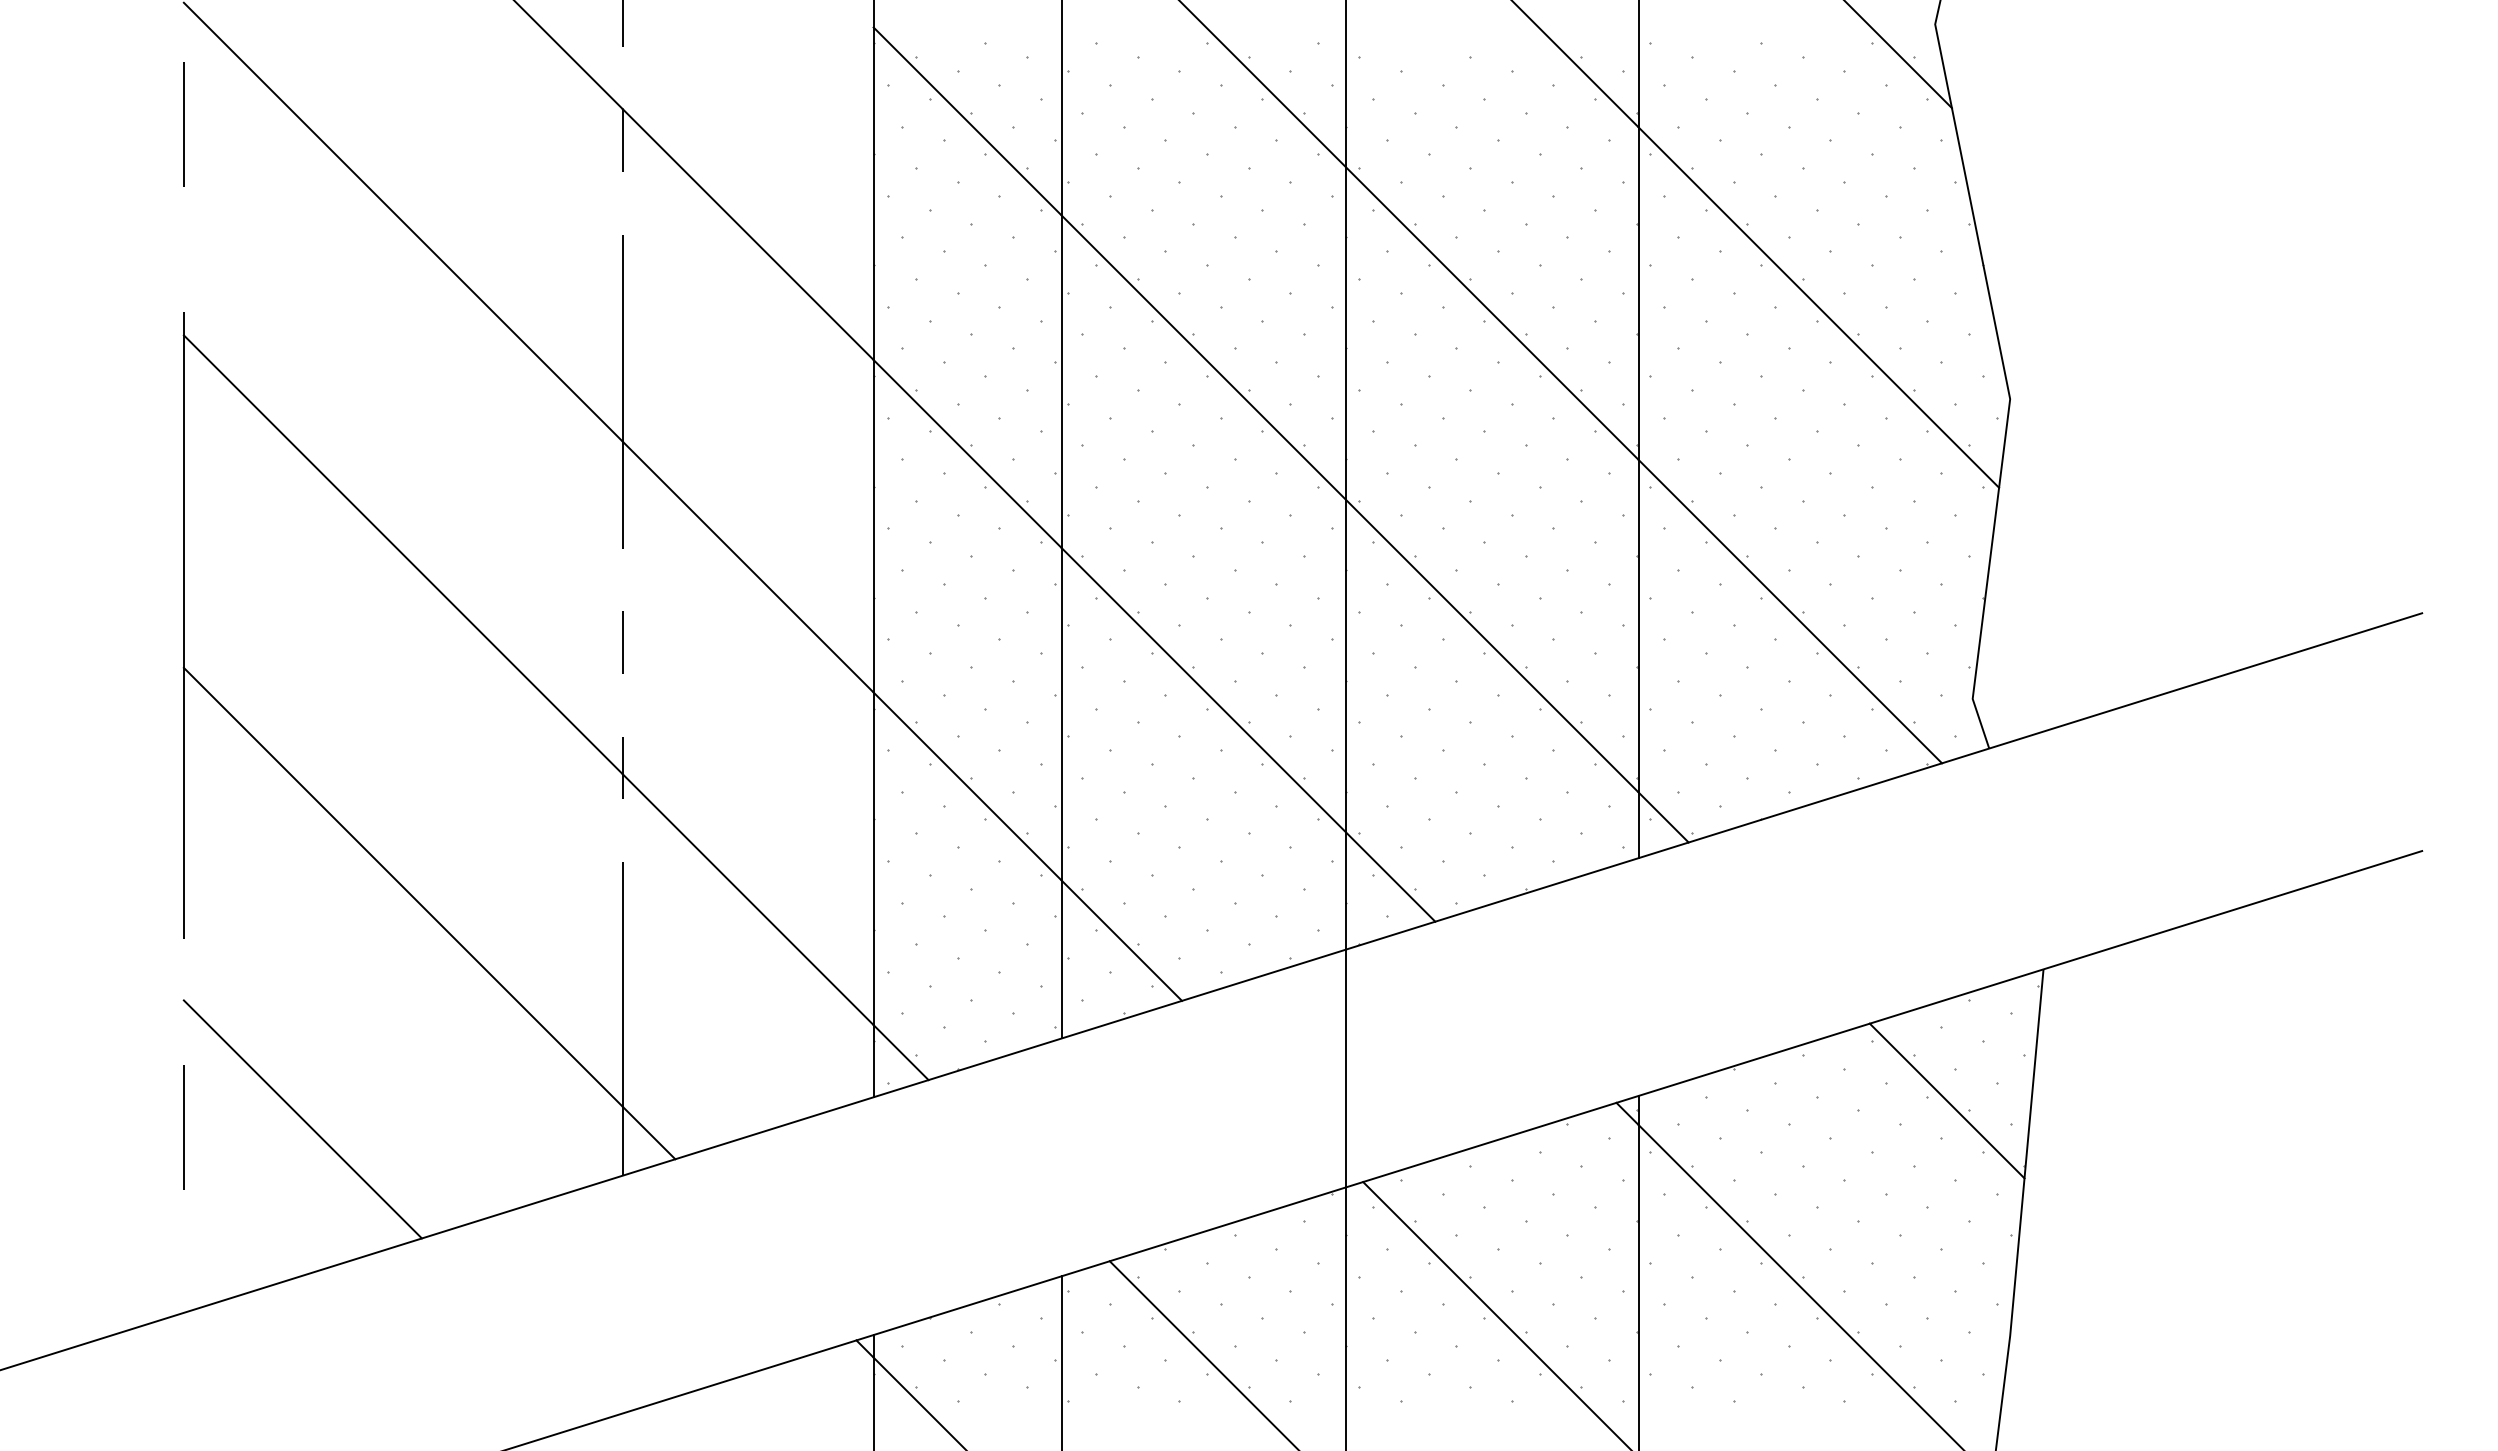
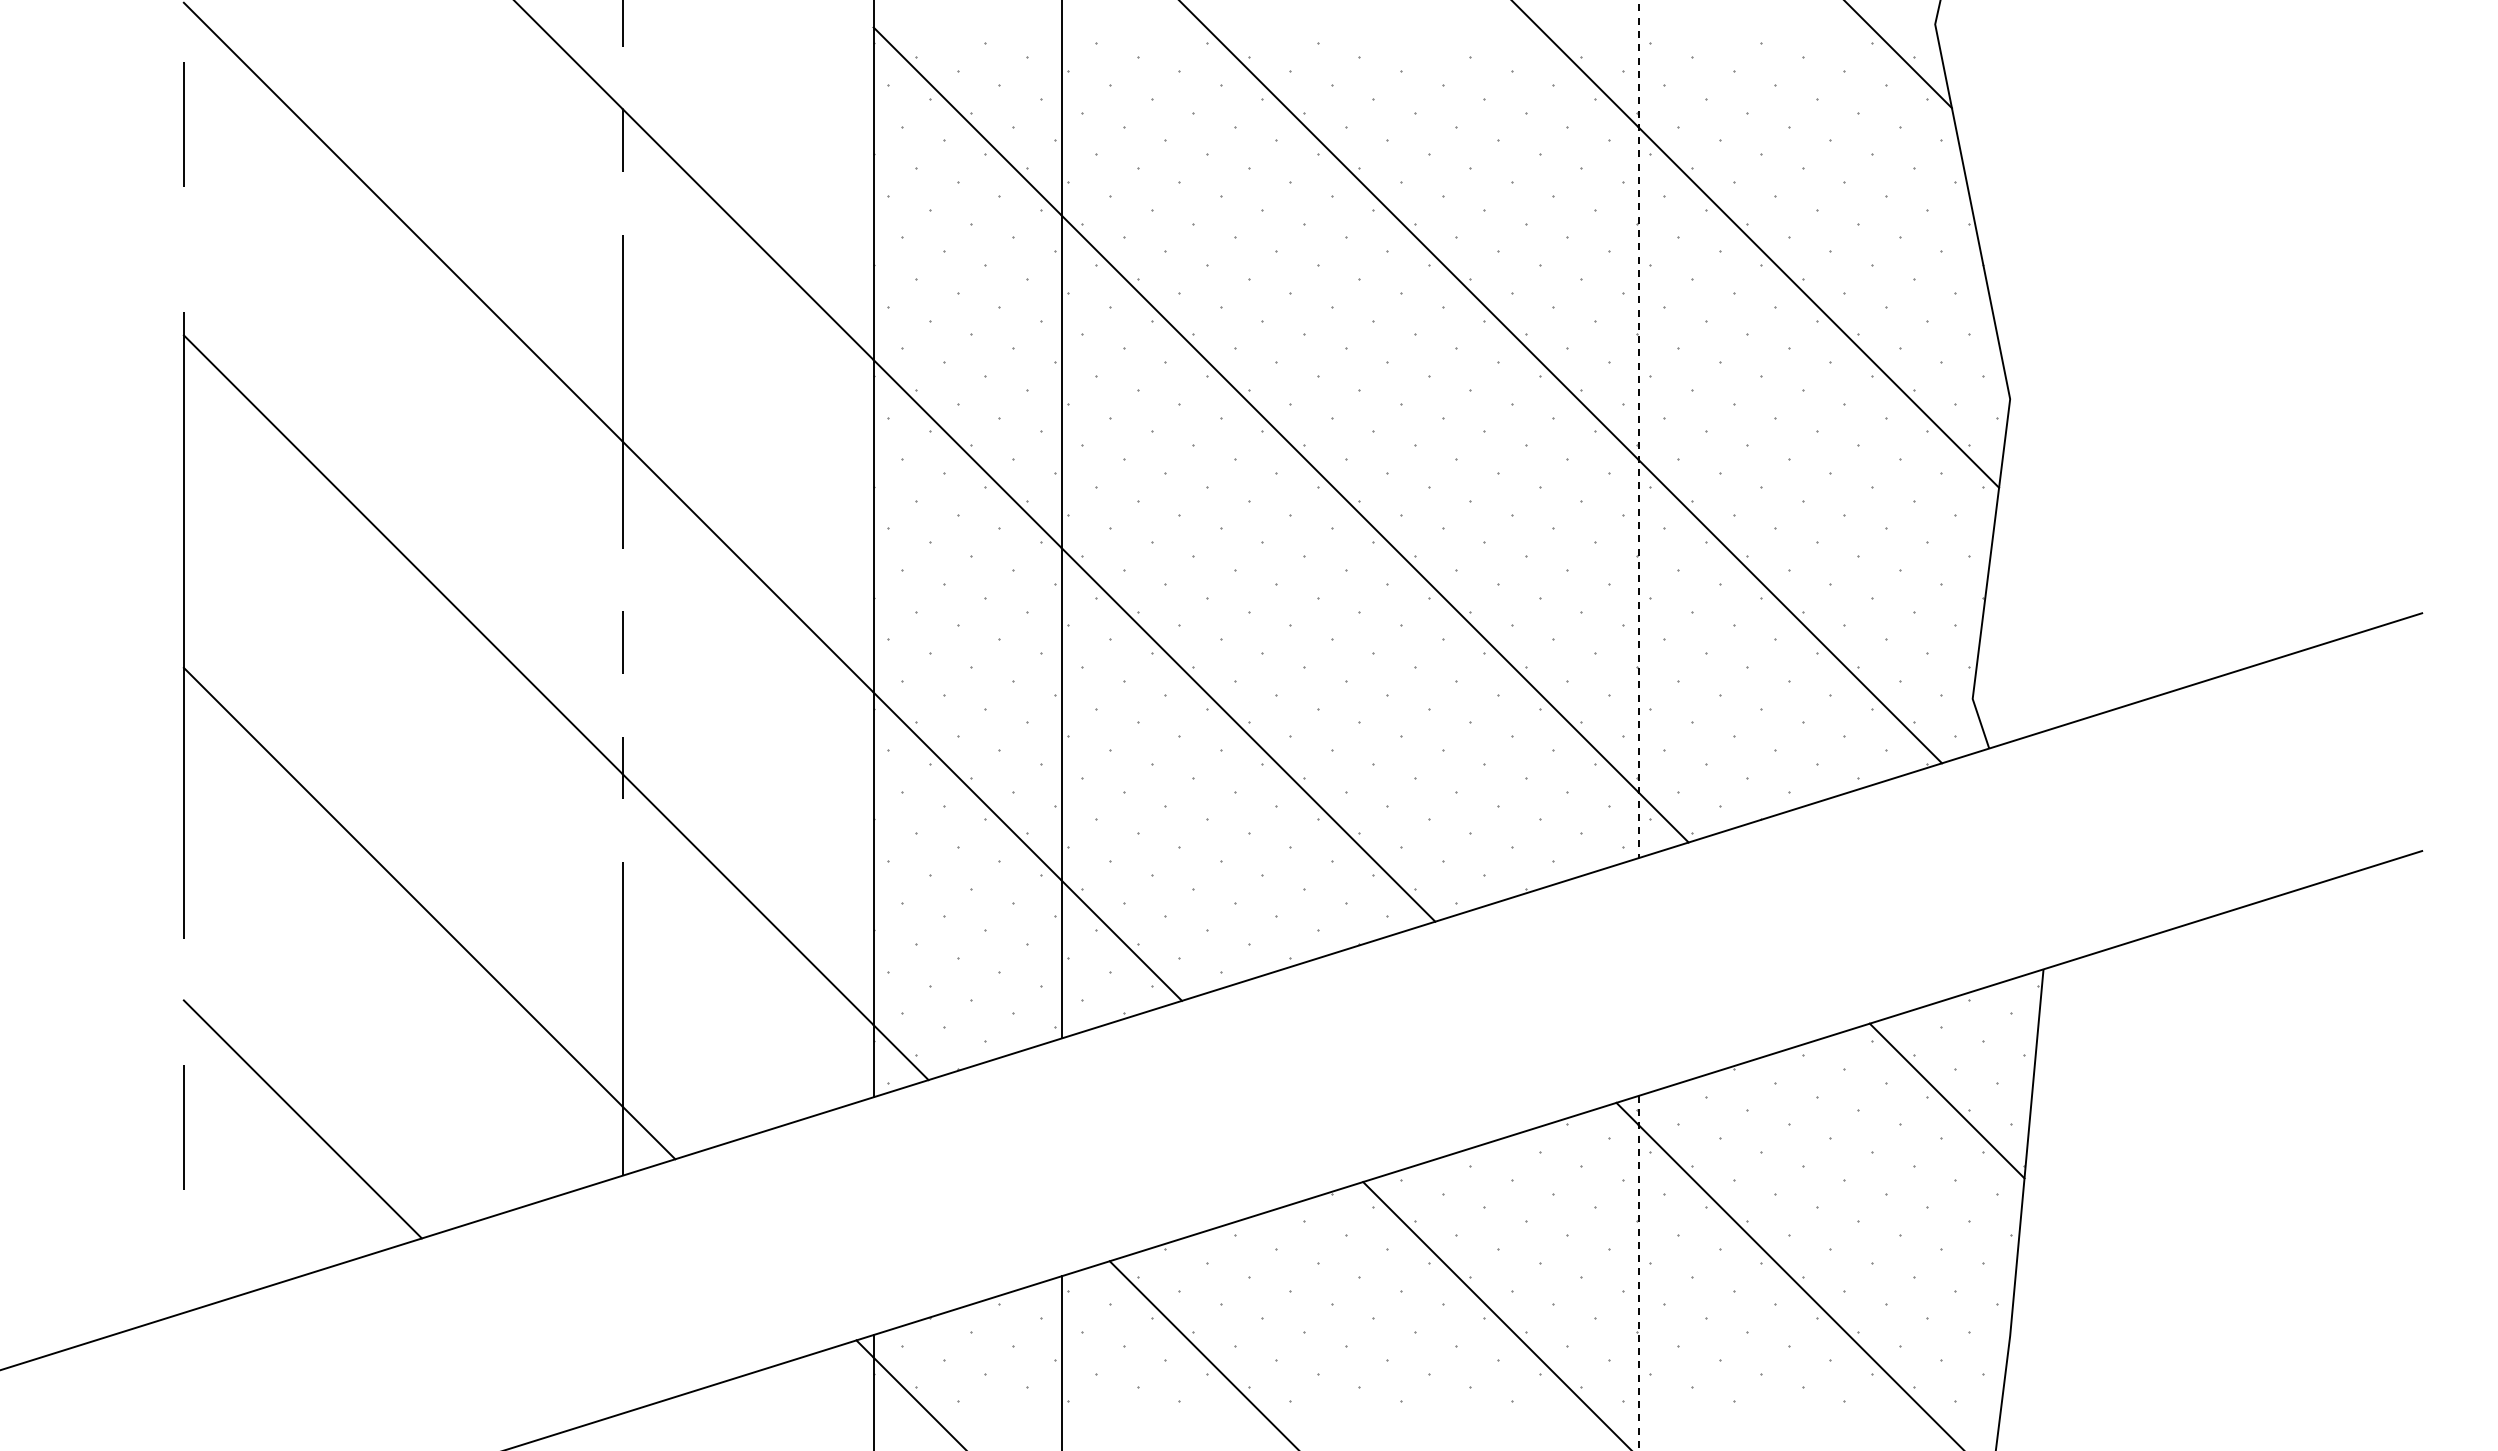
line at (1638, 429): solid -> dashed
line at (1346, 724): present -> none
line at (1638, 1273): solid -> dashed
